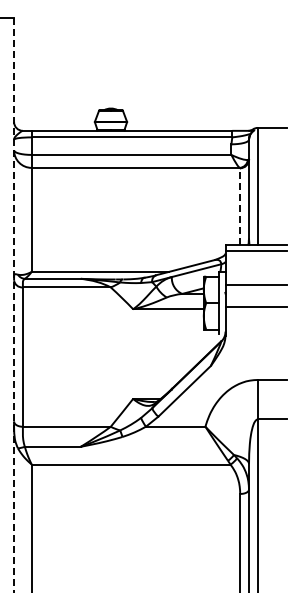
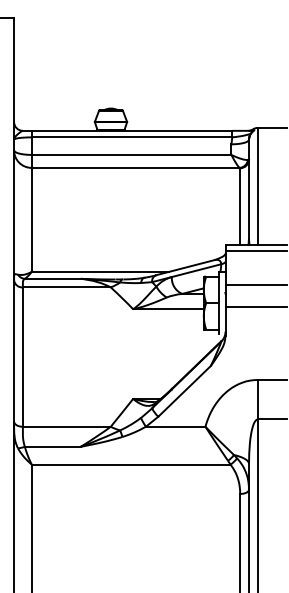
line at (240, 206): dashed -> solid
line at (14, 304): dashed -> solid
